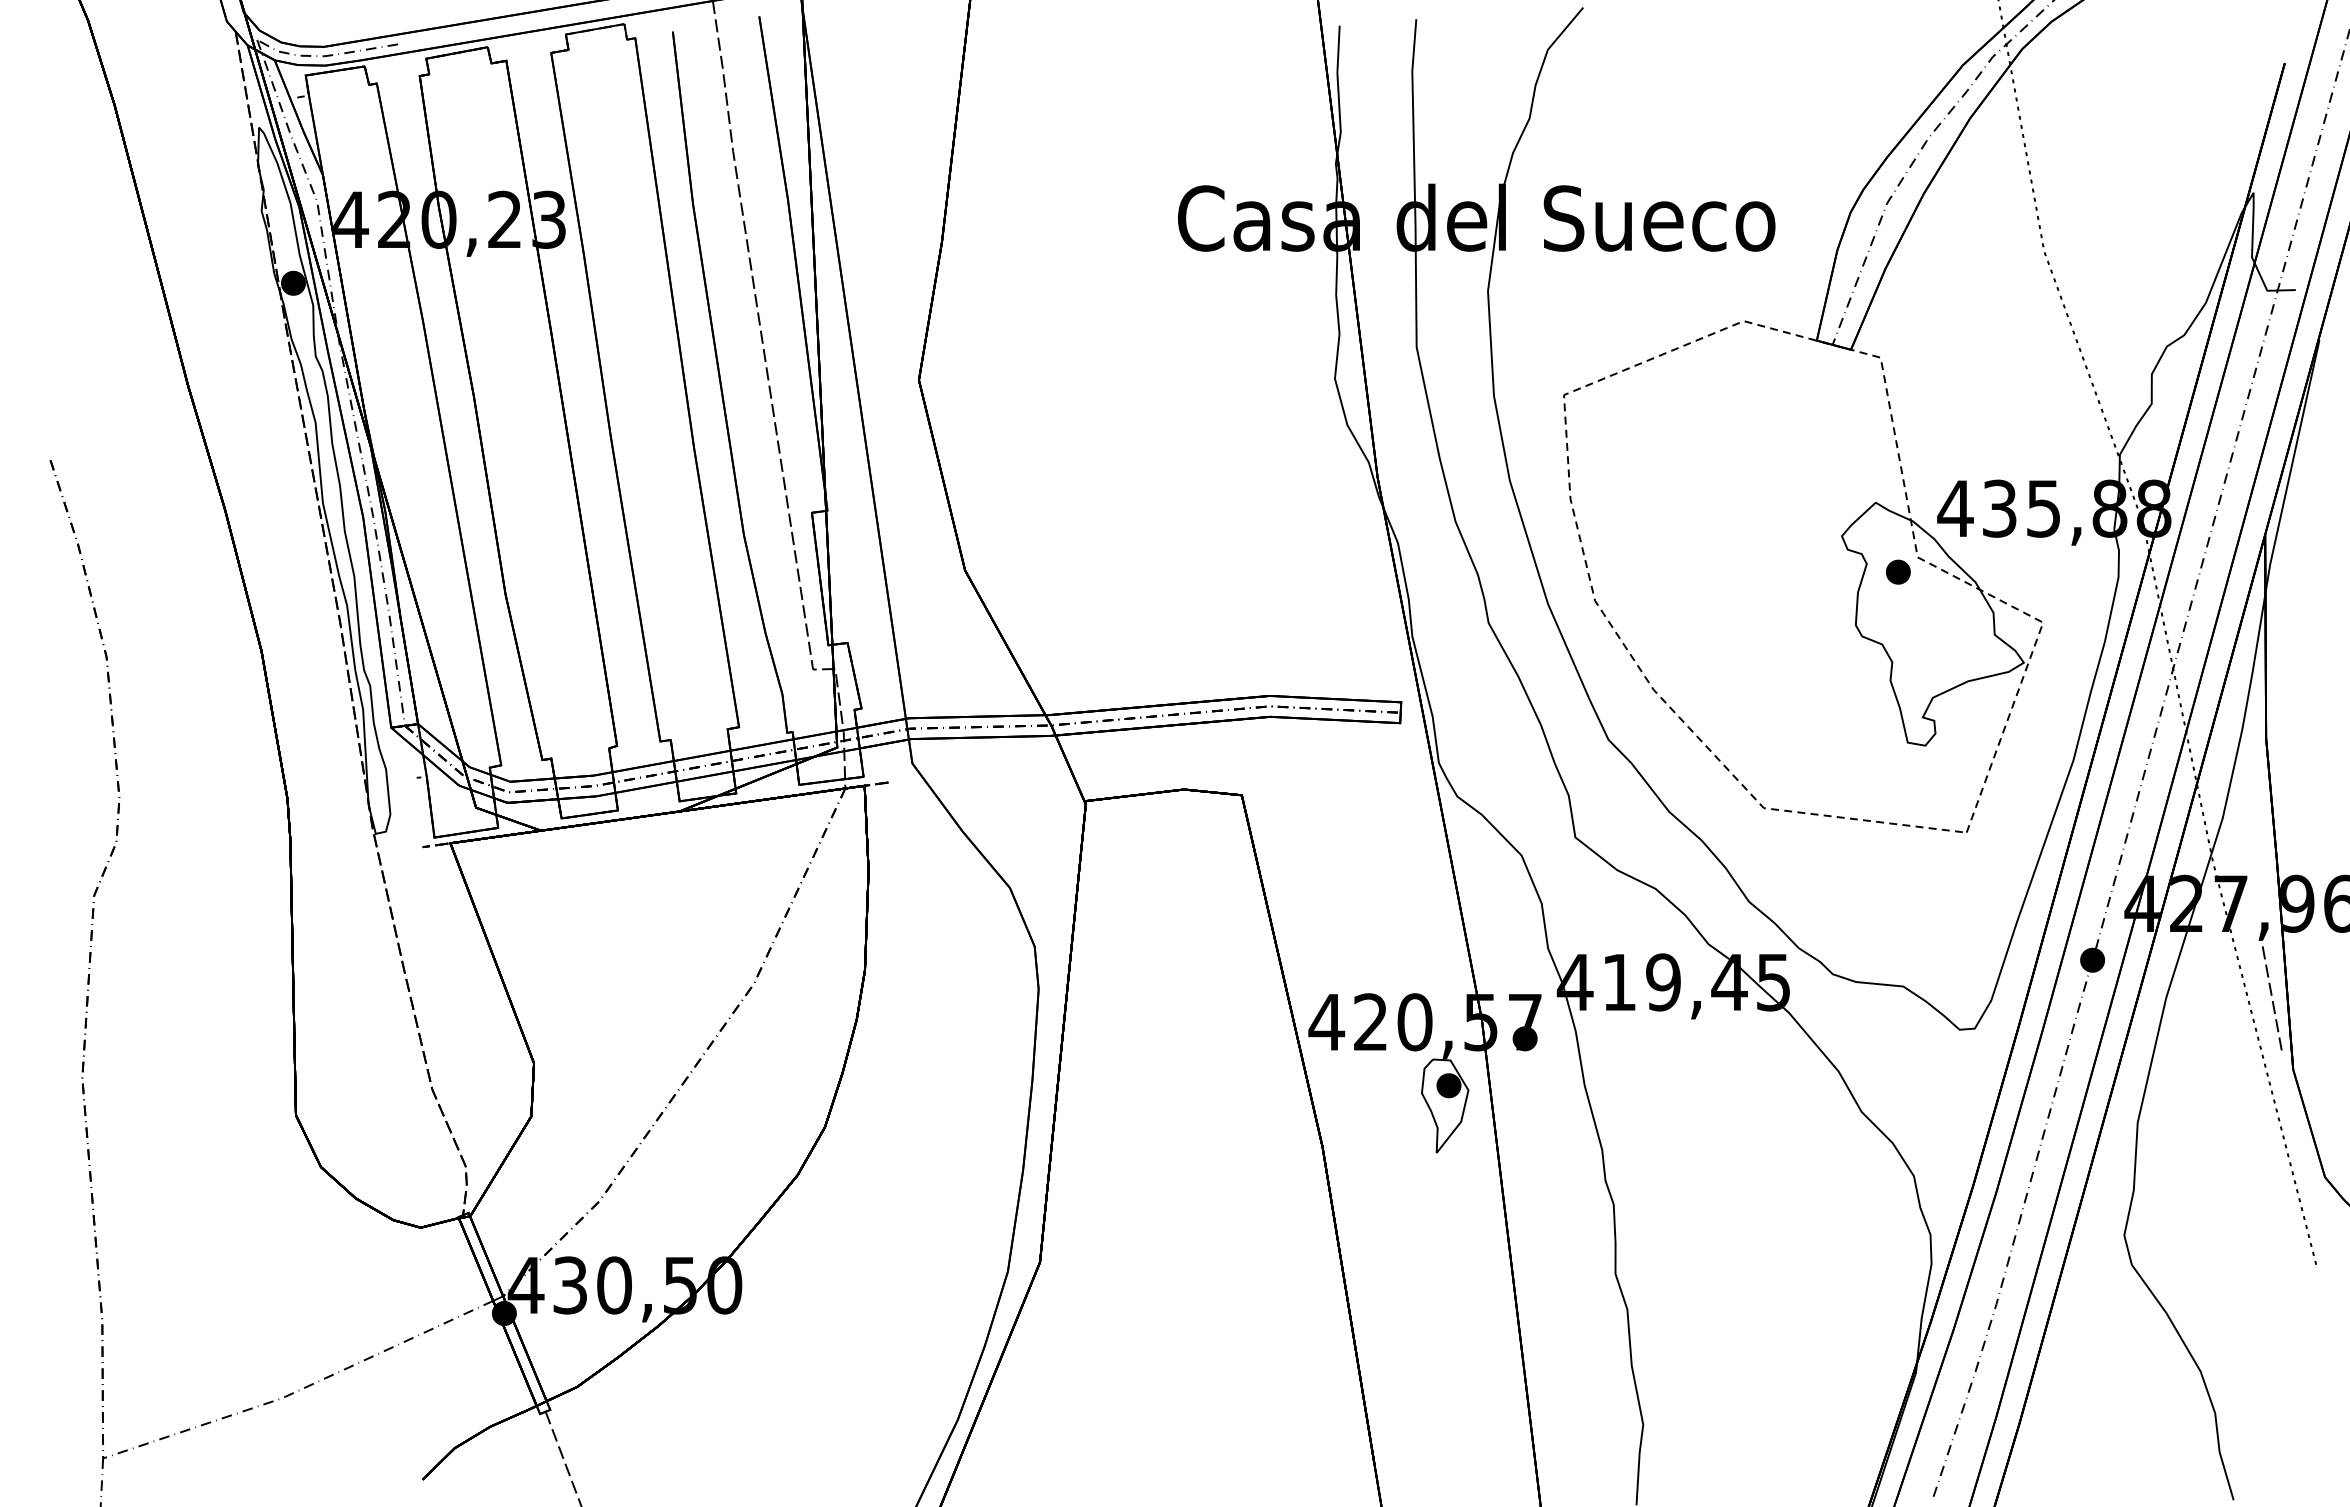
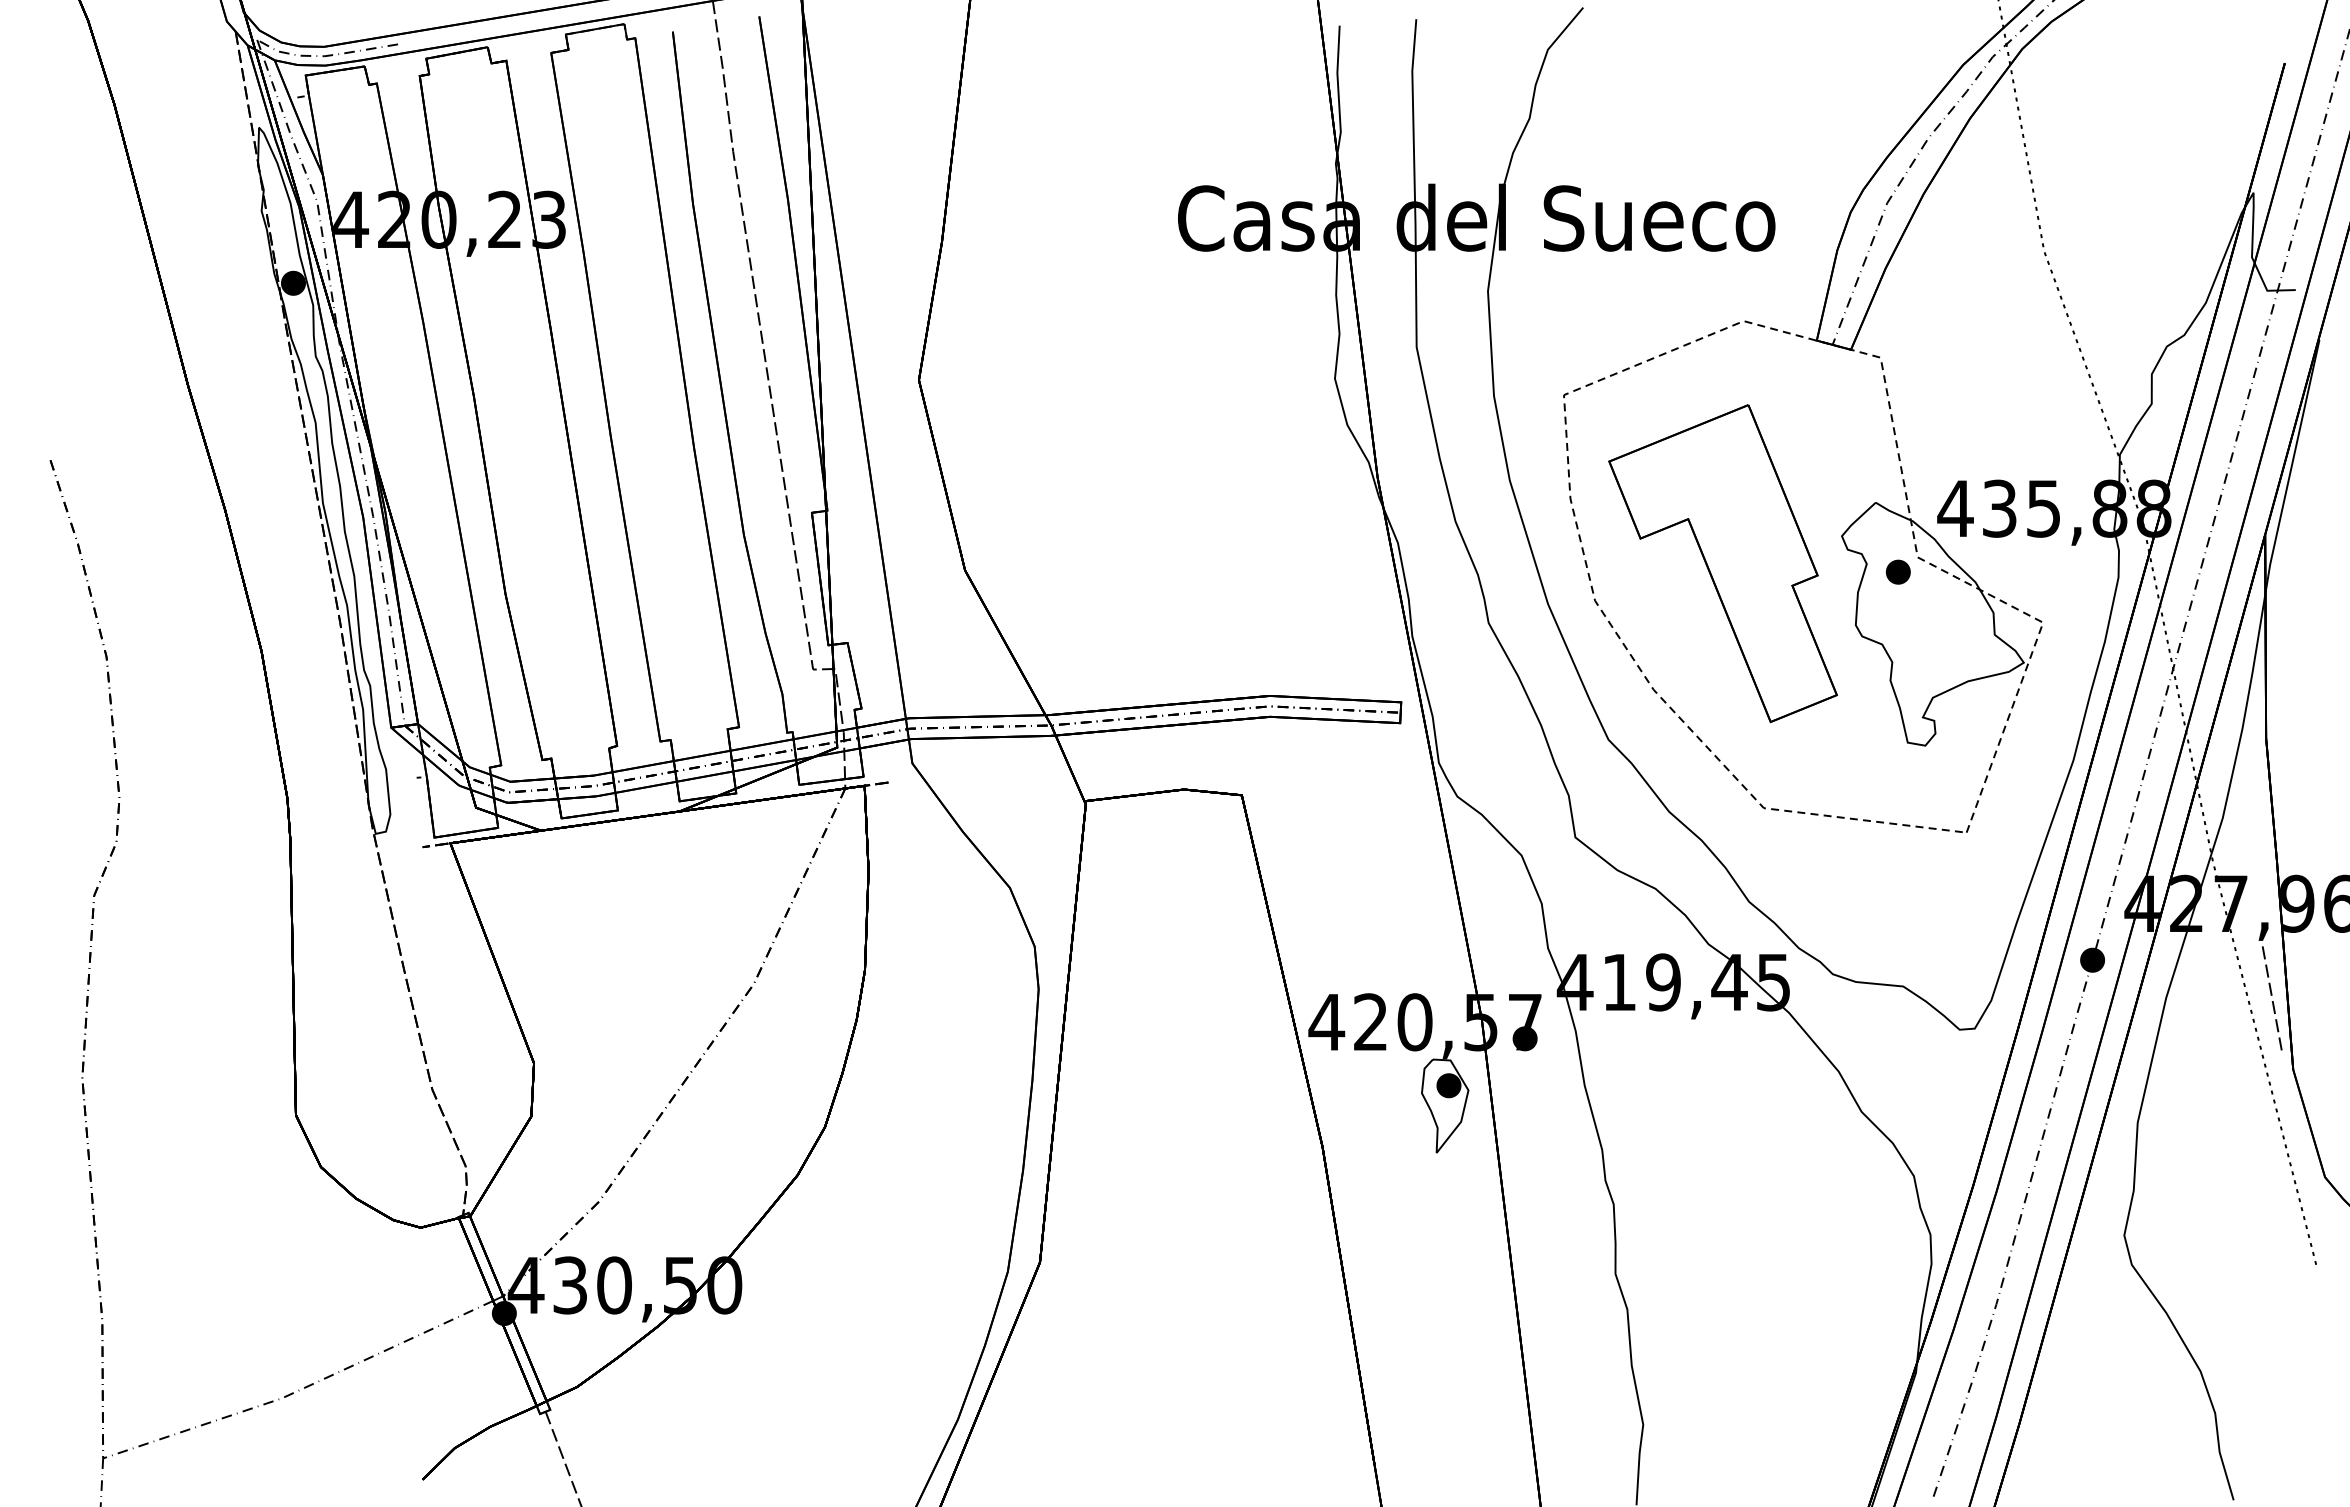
part at (1722, 563): none -> present
